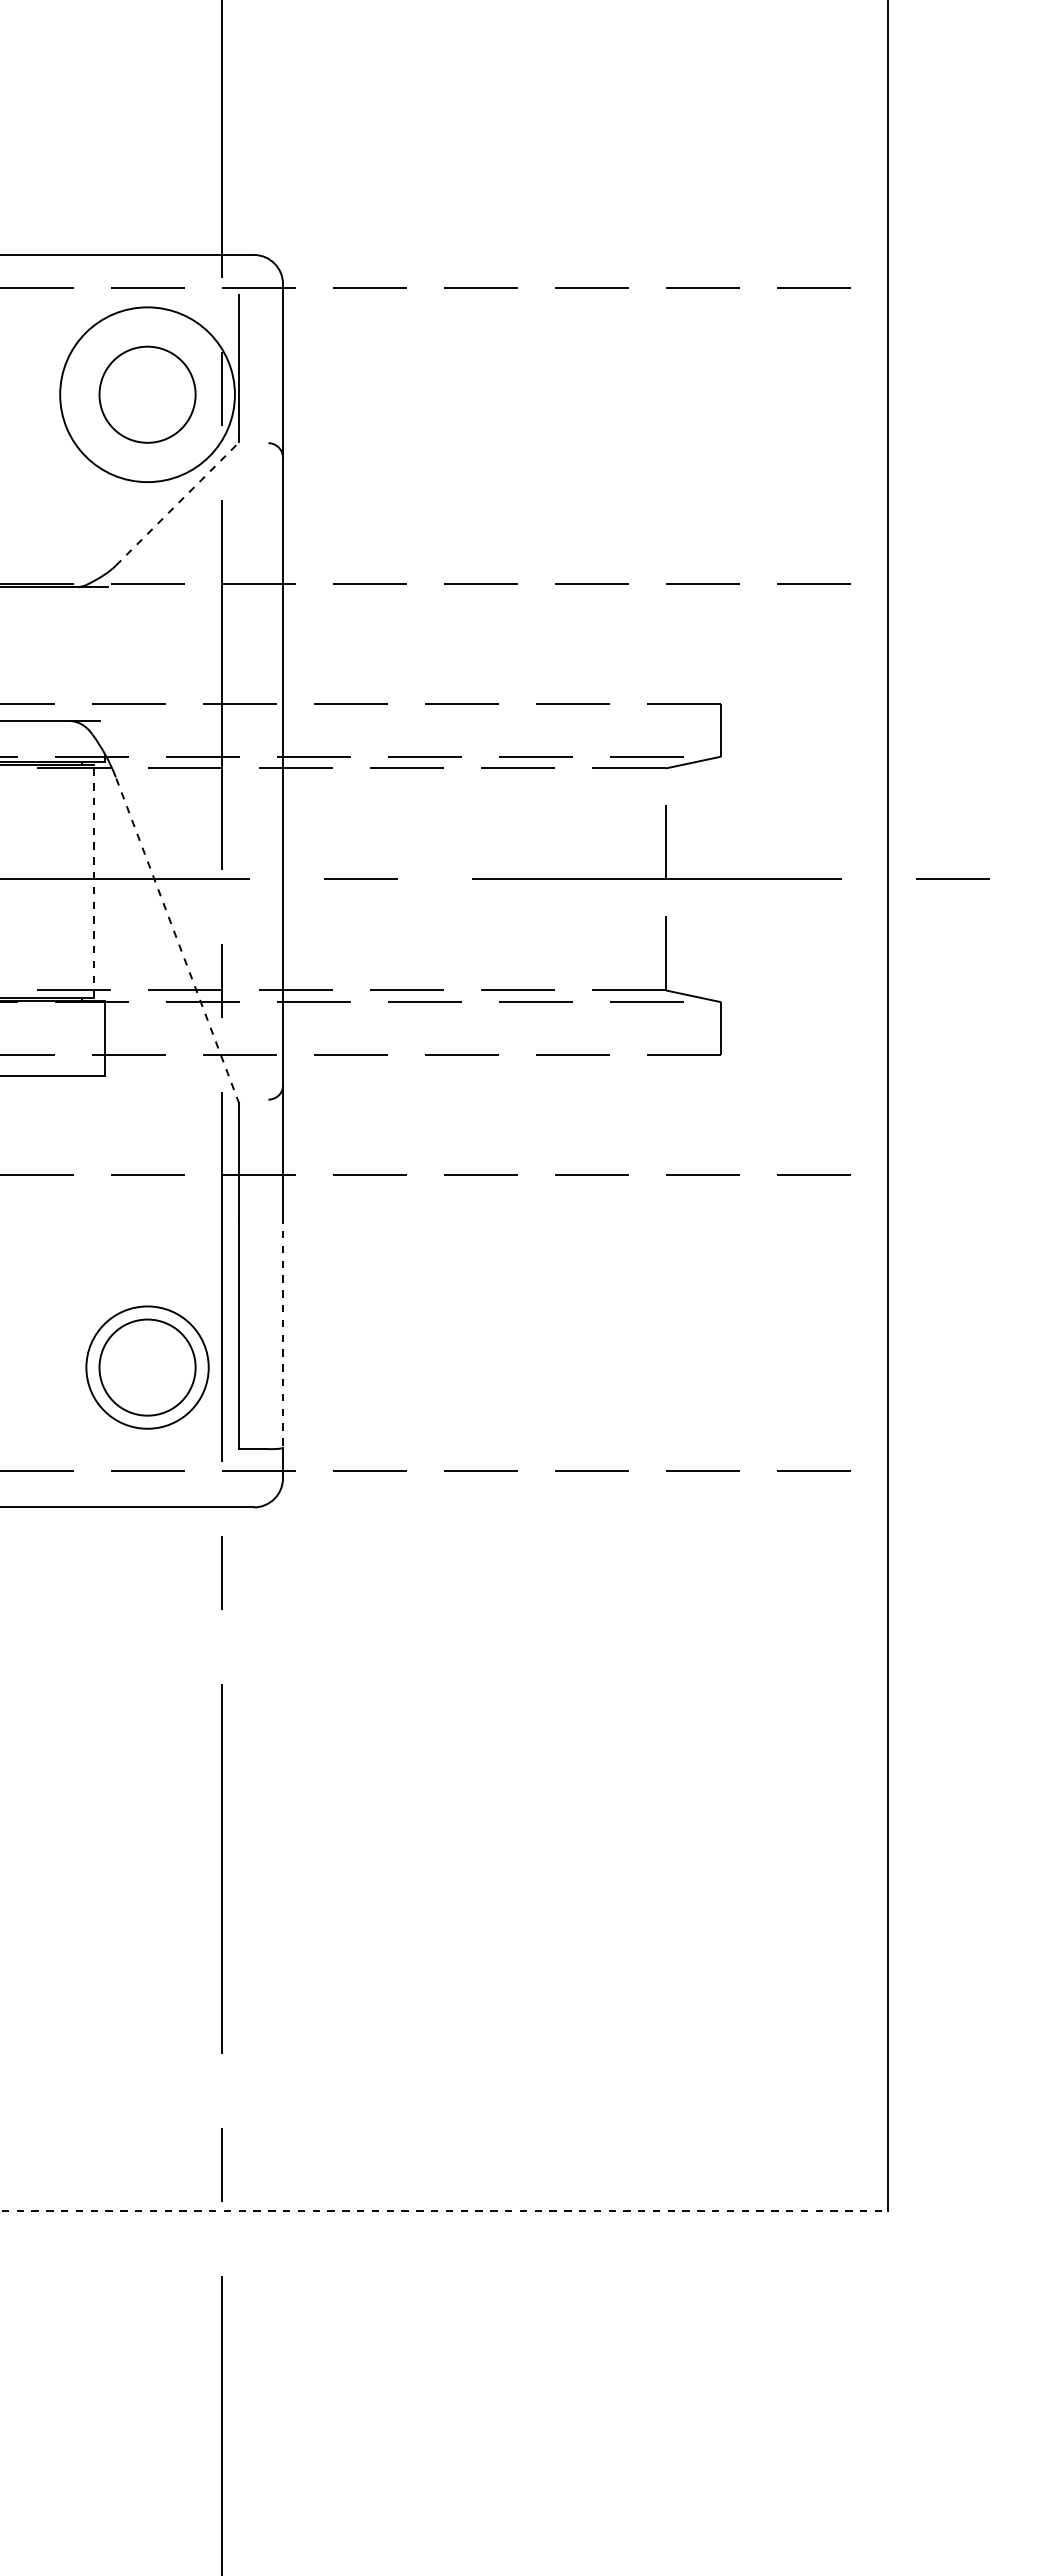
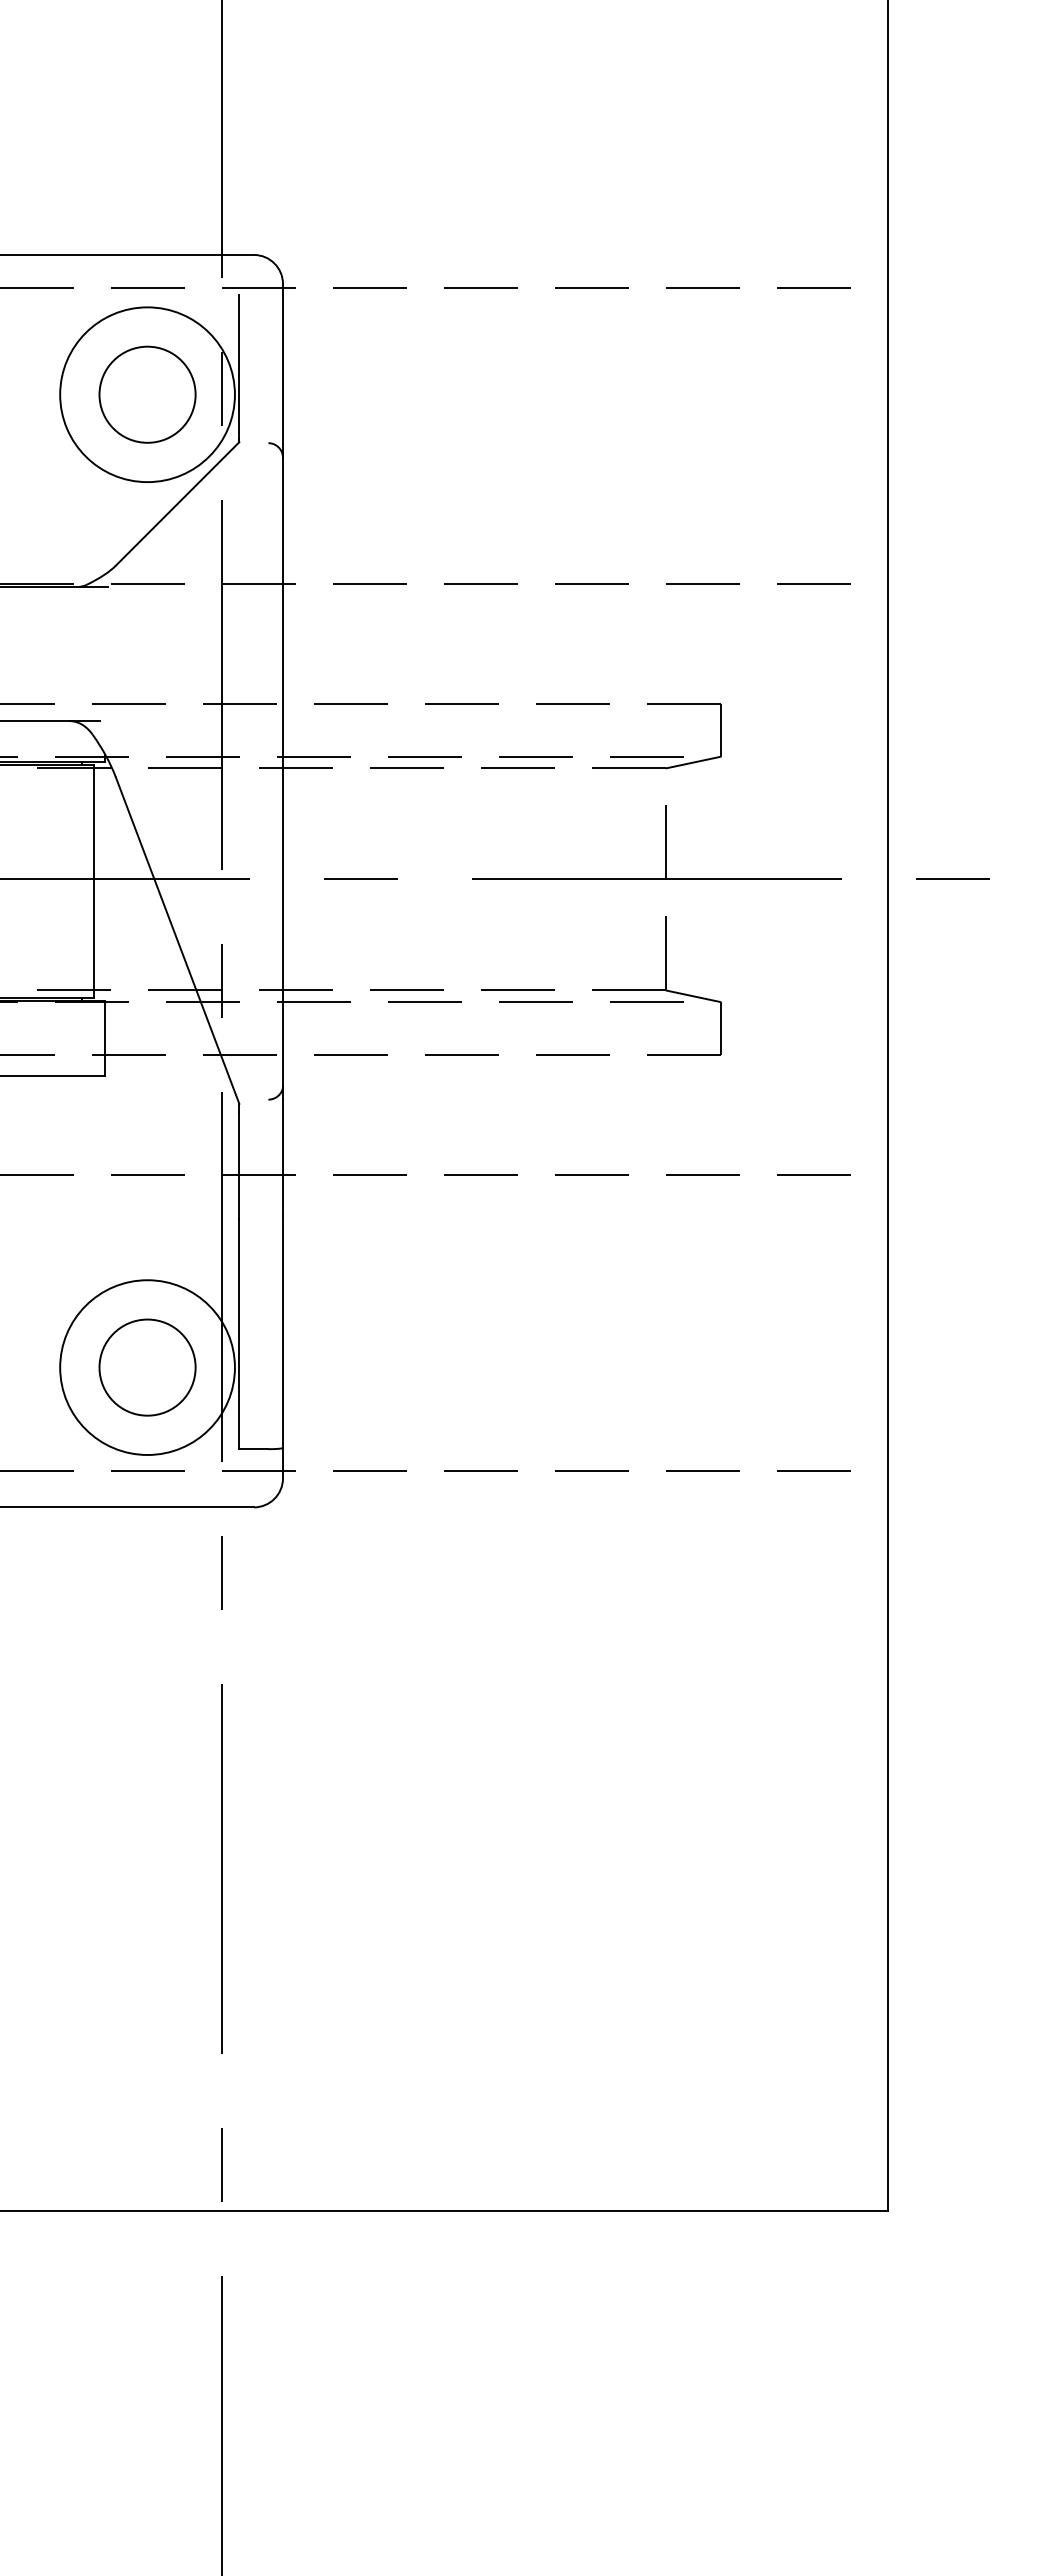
line at (177, 503): dashed -> solid
line at (93, 881): dashed -> solid
line at (177, 940): dashed -> solid
line at (283, 1332): dashed -> solid
circle at (147, 1367) diameter: 122 px -> 175 px
line at (444, 2211): dashed -> solid
